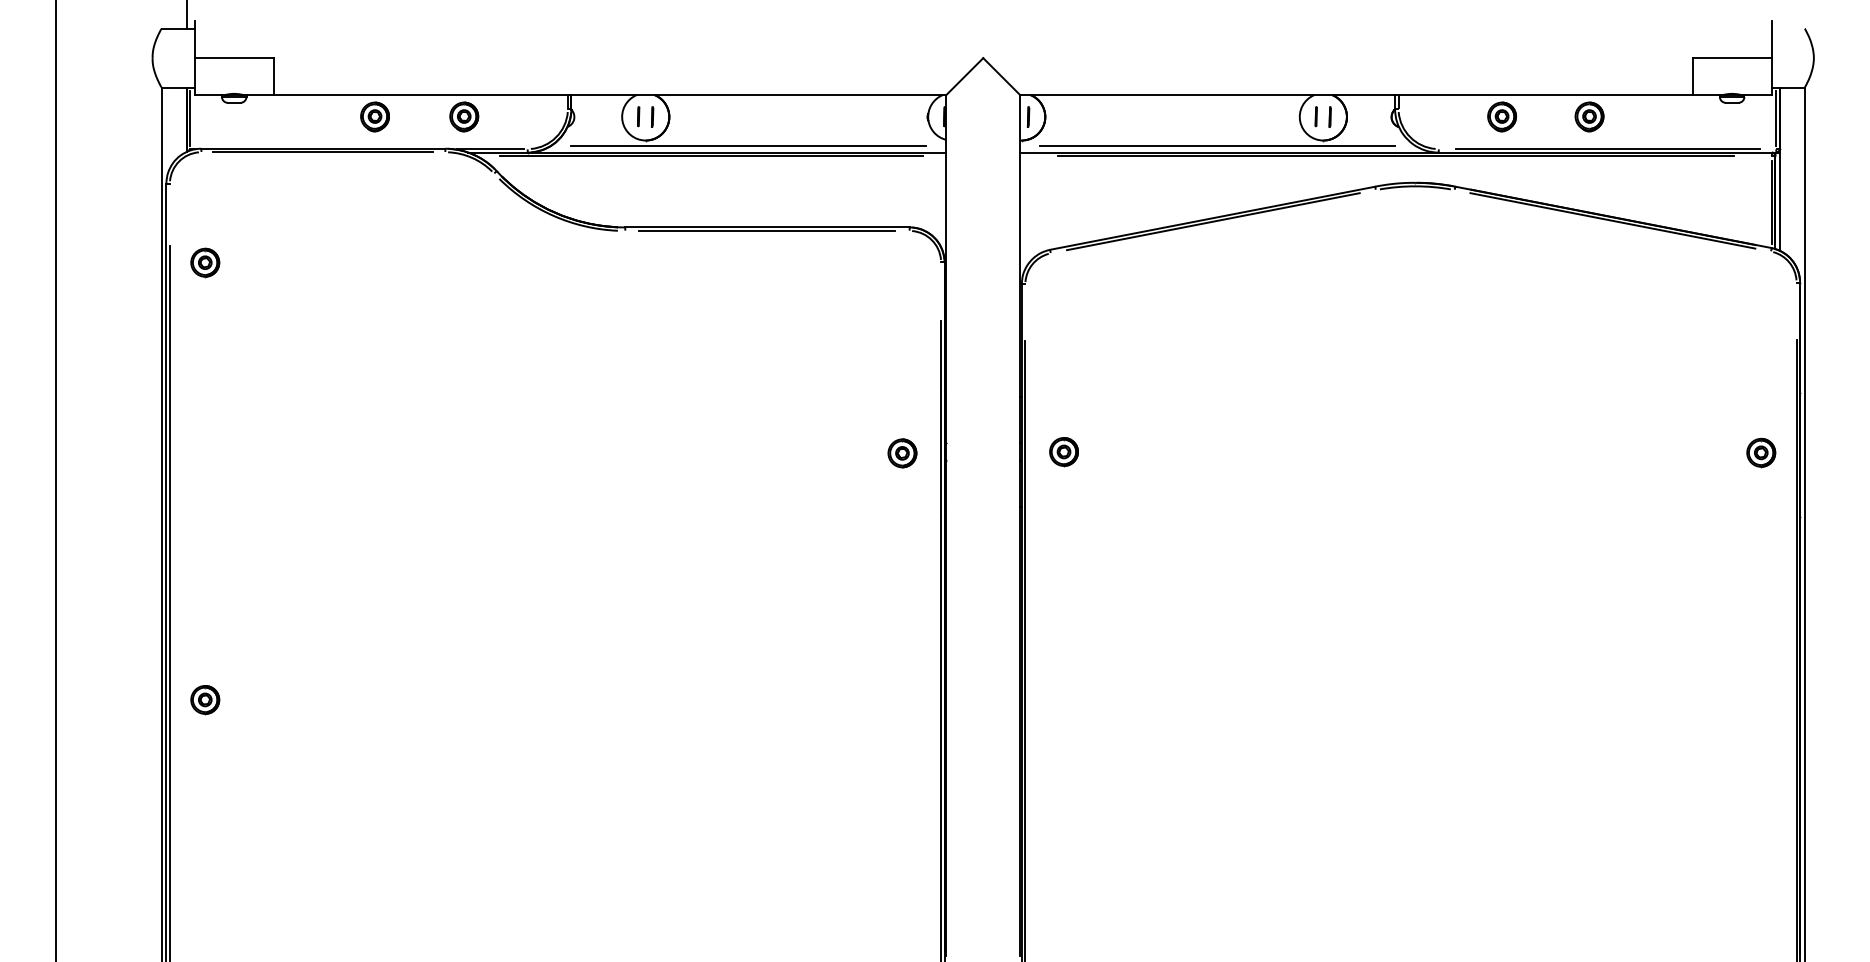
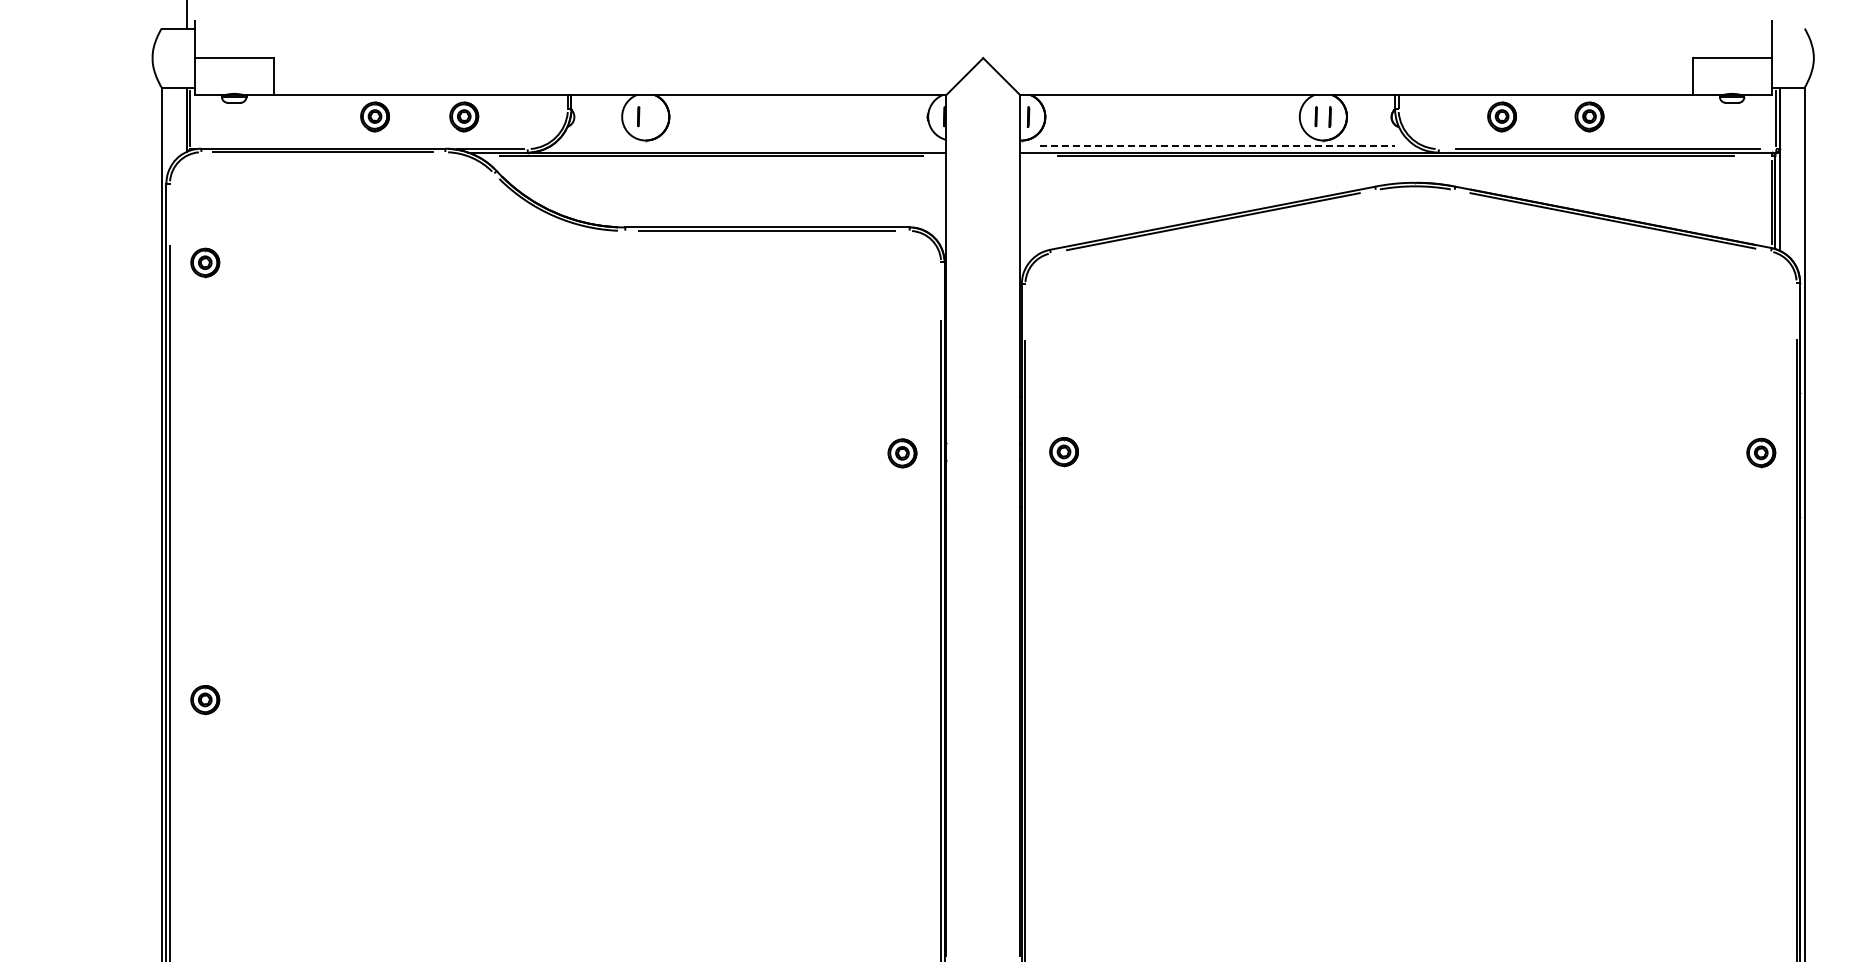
line at (652, 116): present -> none
line at (748, 145): present -> none
line at (1217, 145): solid -> dashed
line at (56, 480): present -> none
